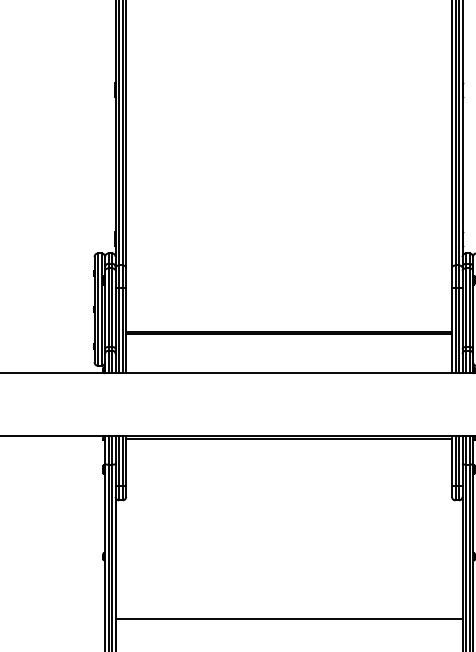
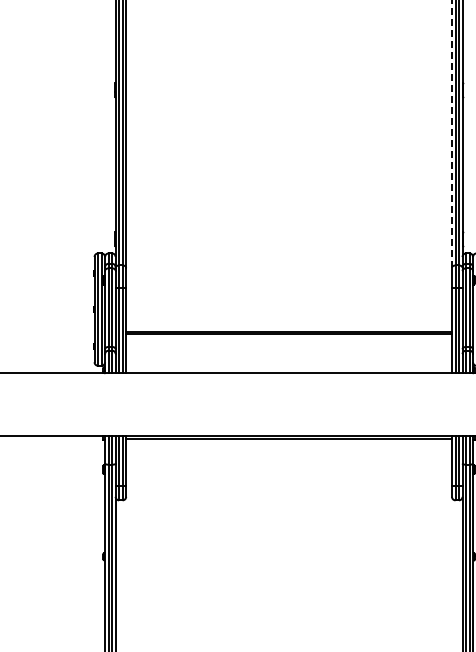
line at (451, 134): solid -> dashed
line at (288, 619): present -> none
